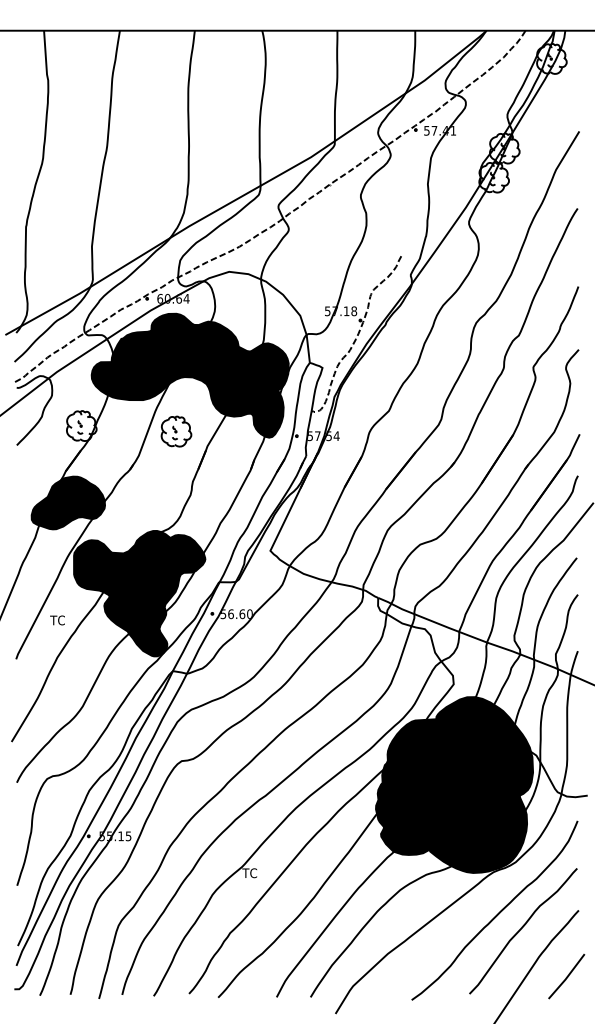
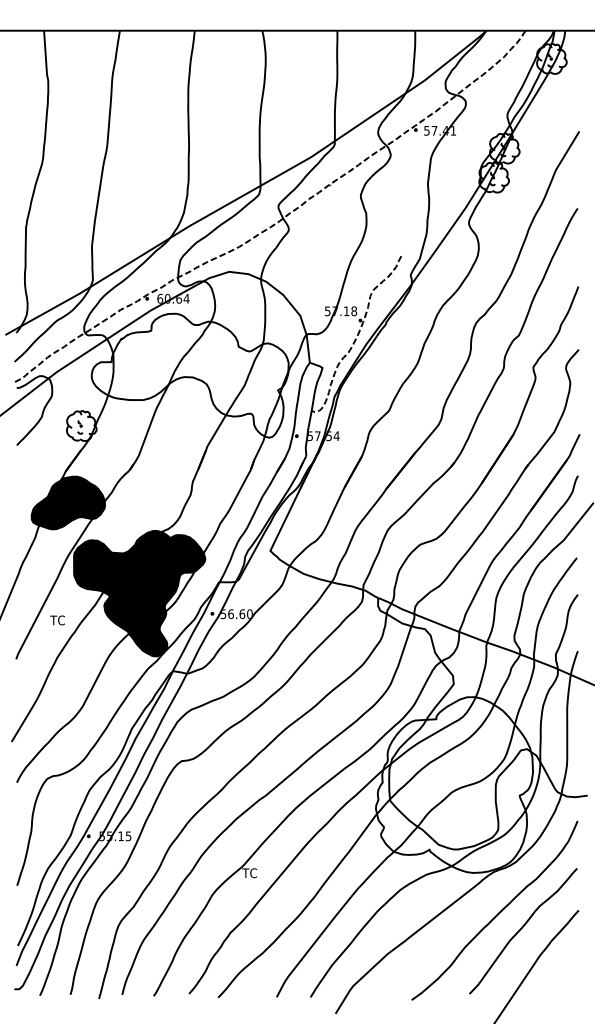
fill at (189, 375): present -> none
part at (176, 431): present -> none
fill at (454, 784): present -> none
line at (566, 976): present -> none
